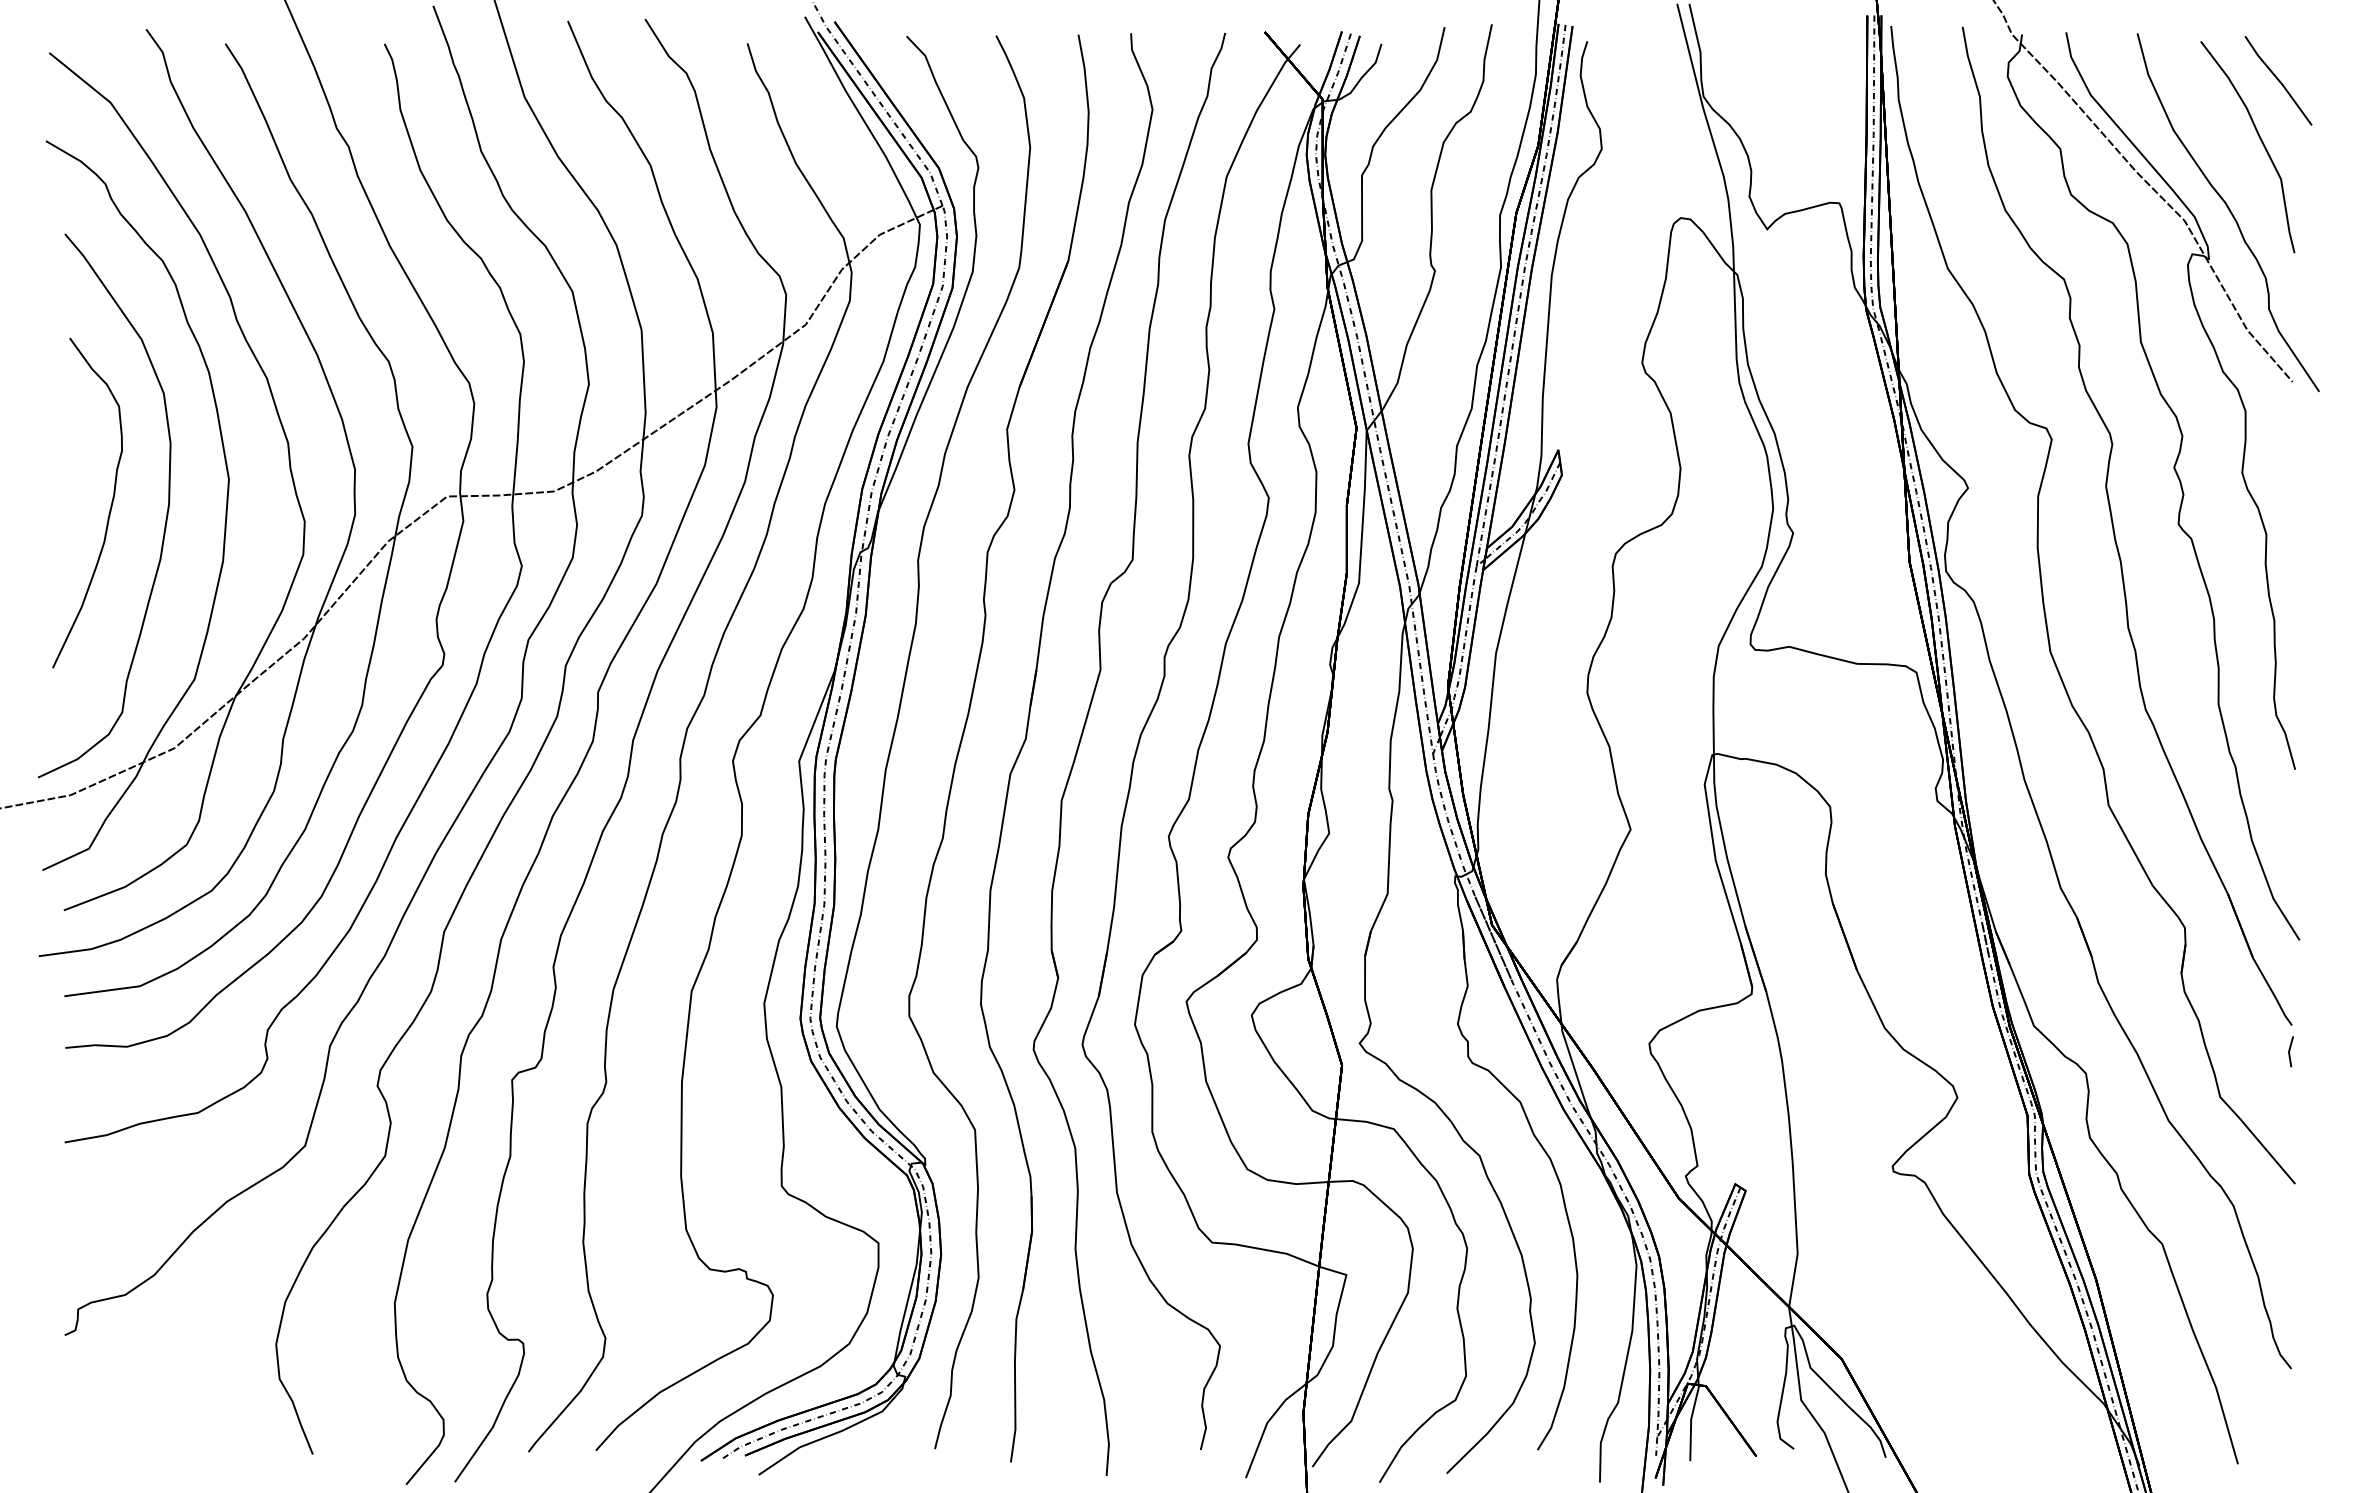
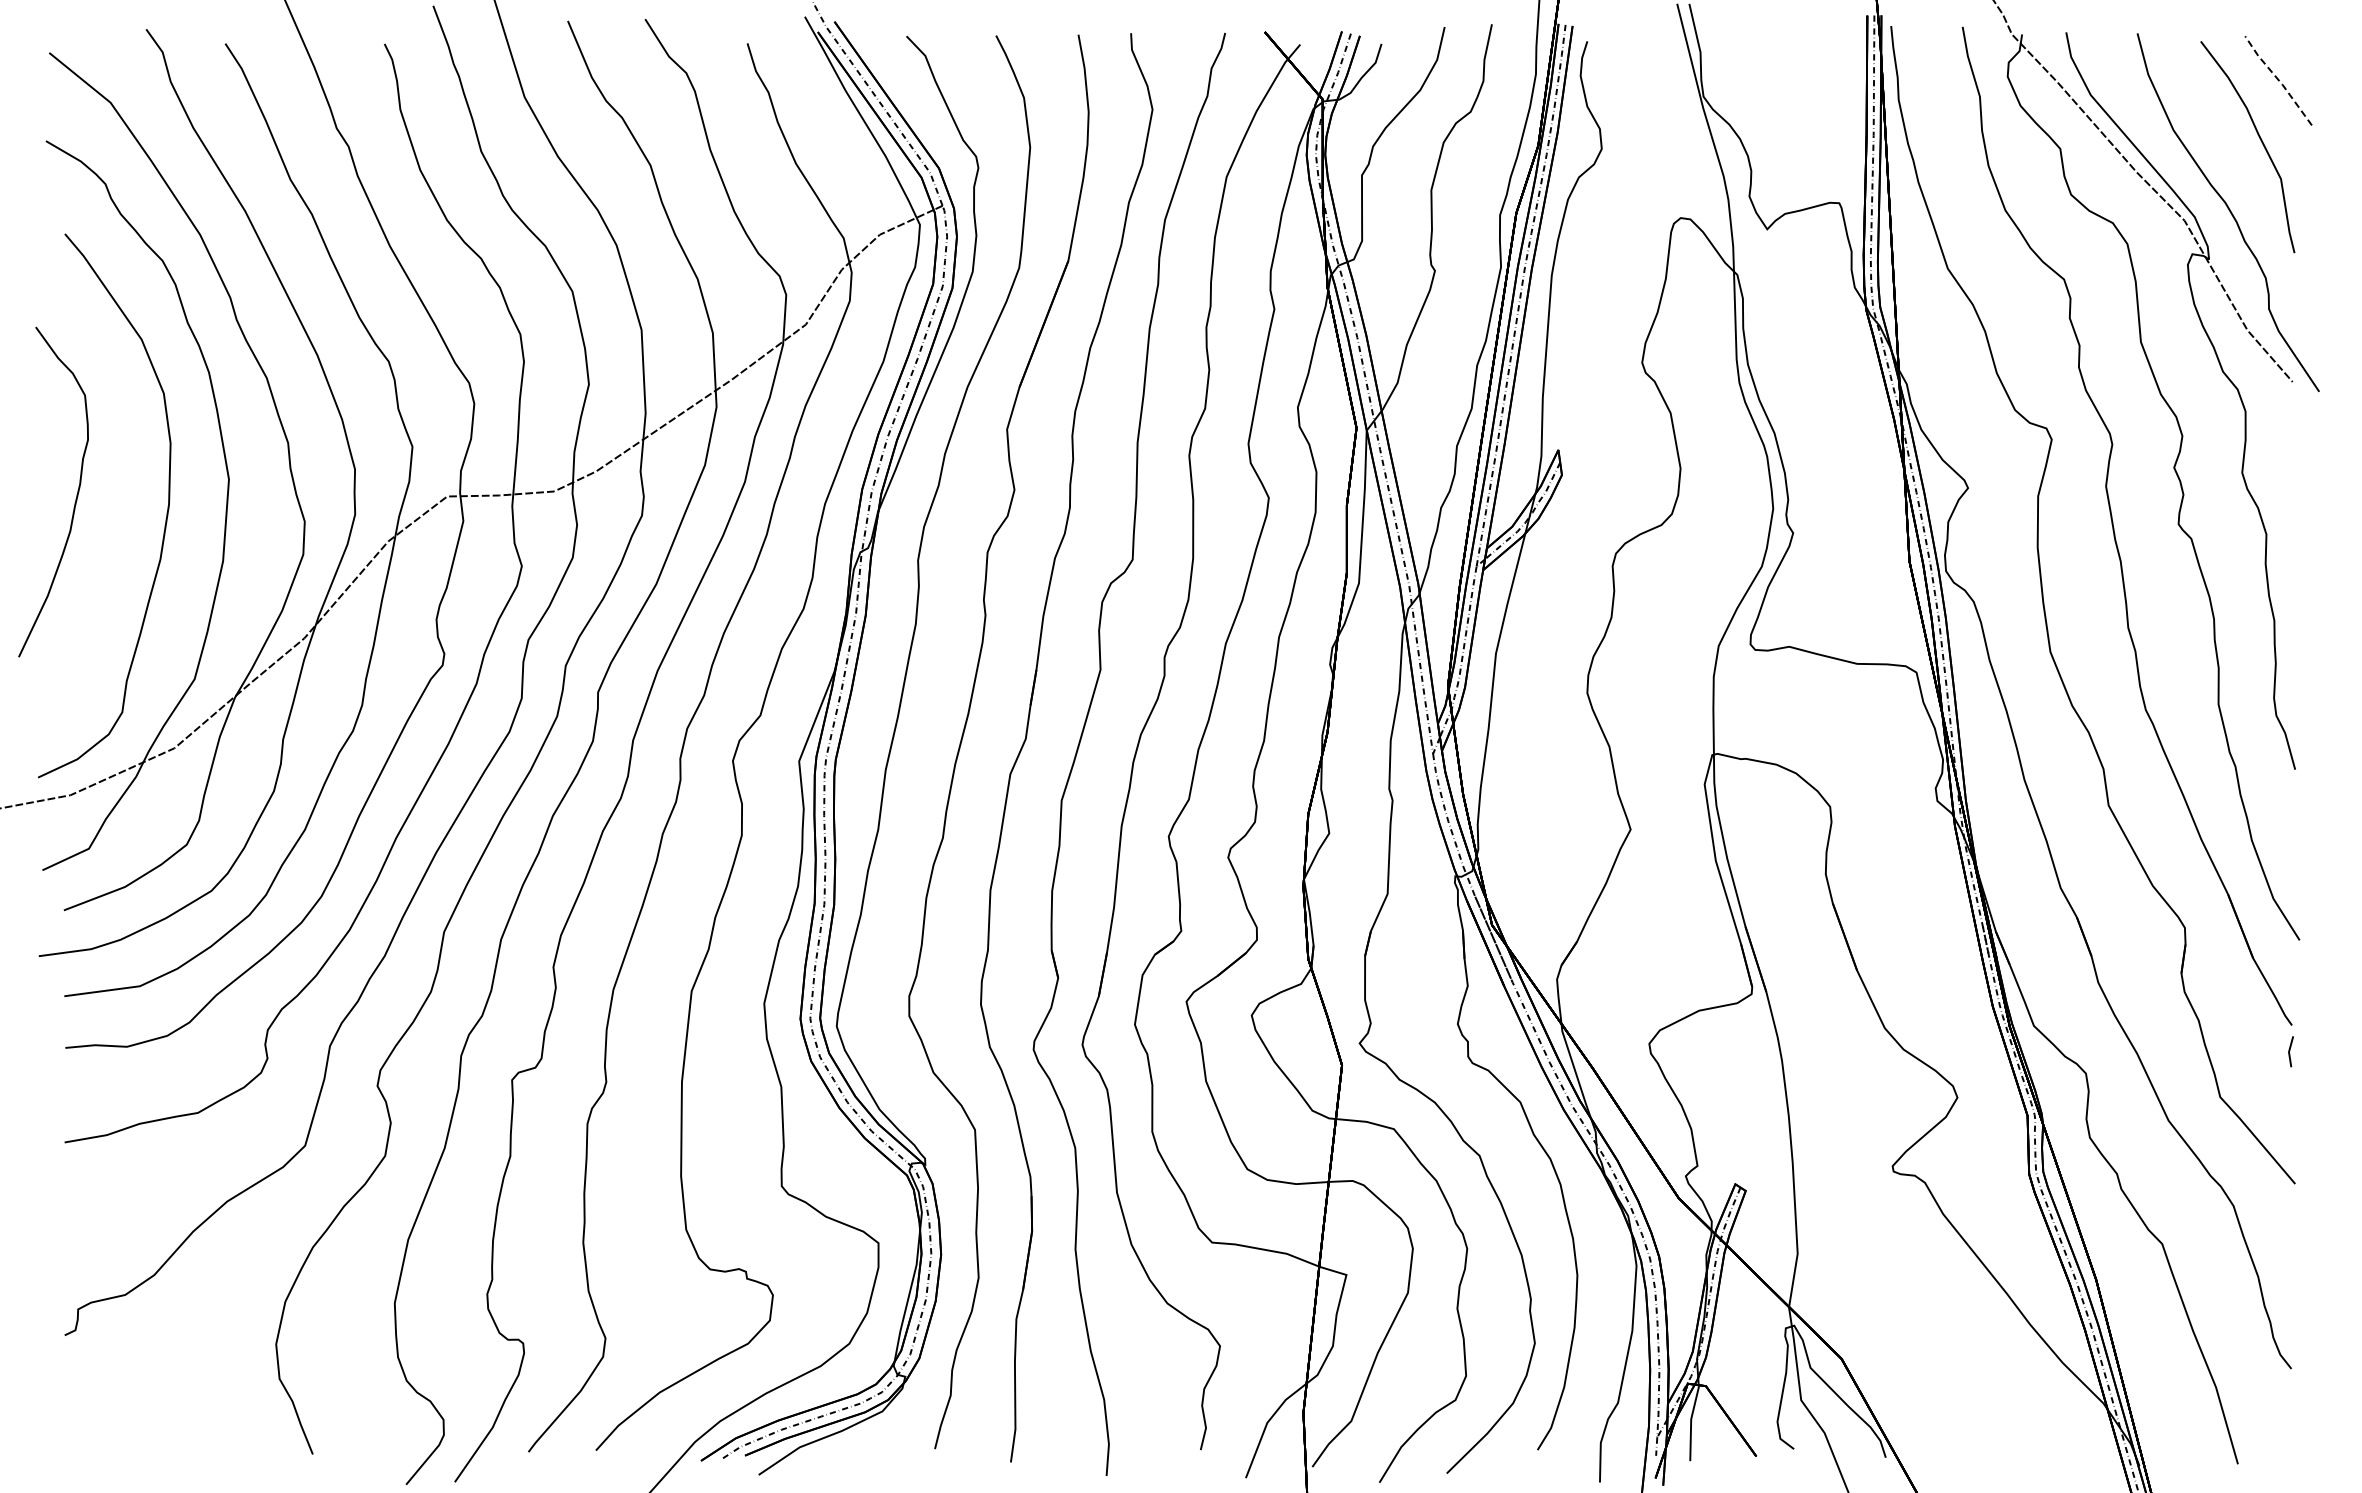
line at (2278, 80): solid -> dashed
curve at (109, 509) position: (109, 509) -> (75, 498)
